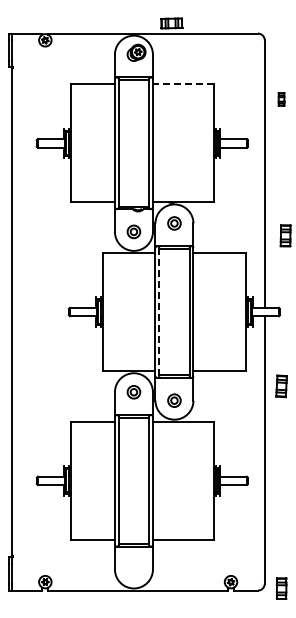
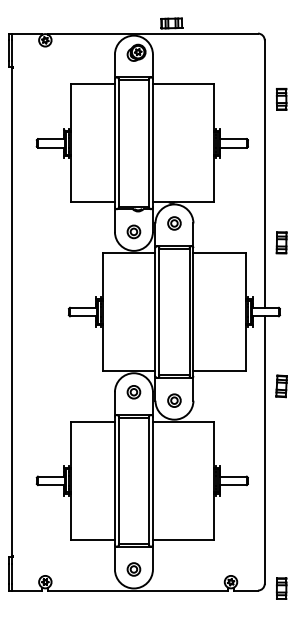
line at (183, 84): dashed -> solid
part at (281, 99) size: 9x15 px -> 13x23 px
part at (285, 235) position: (285, 235) -> (281, 242)
line at (159, 311): dashed -> solid
part at (133, 569): none -> present
